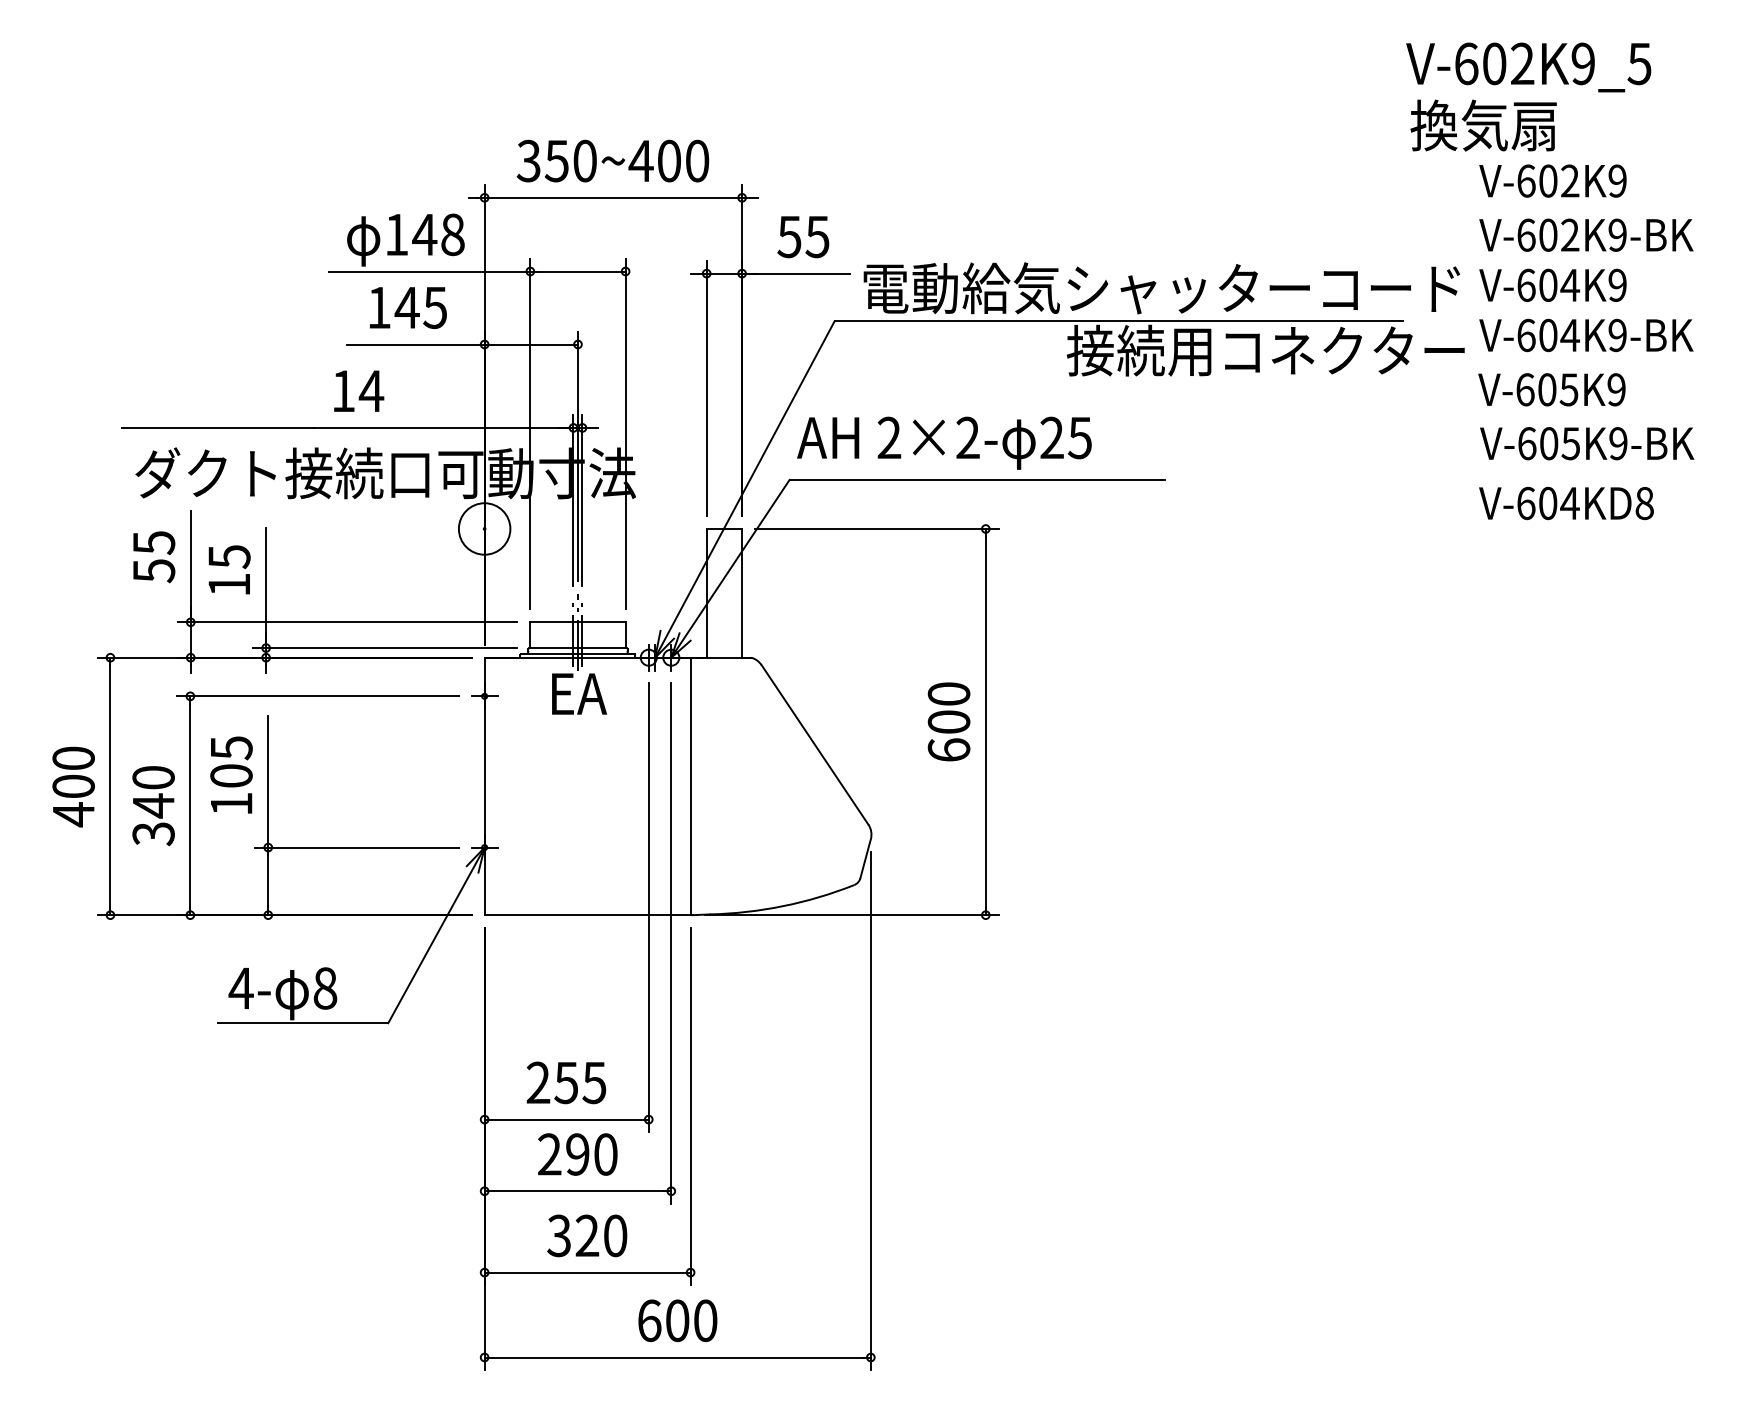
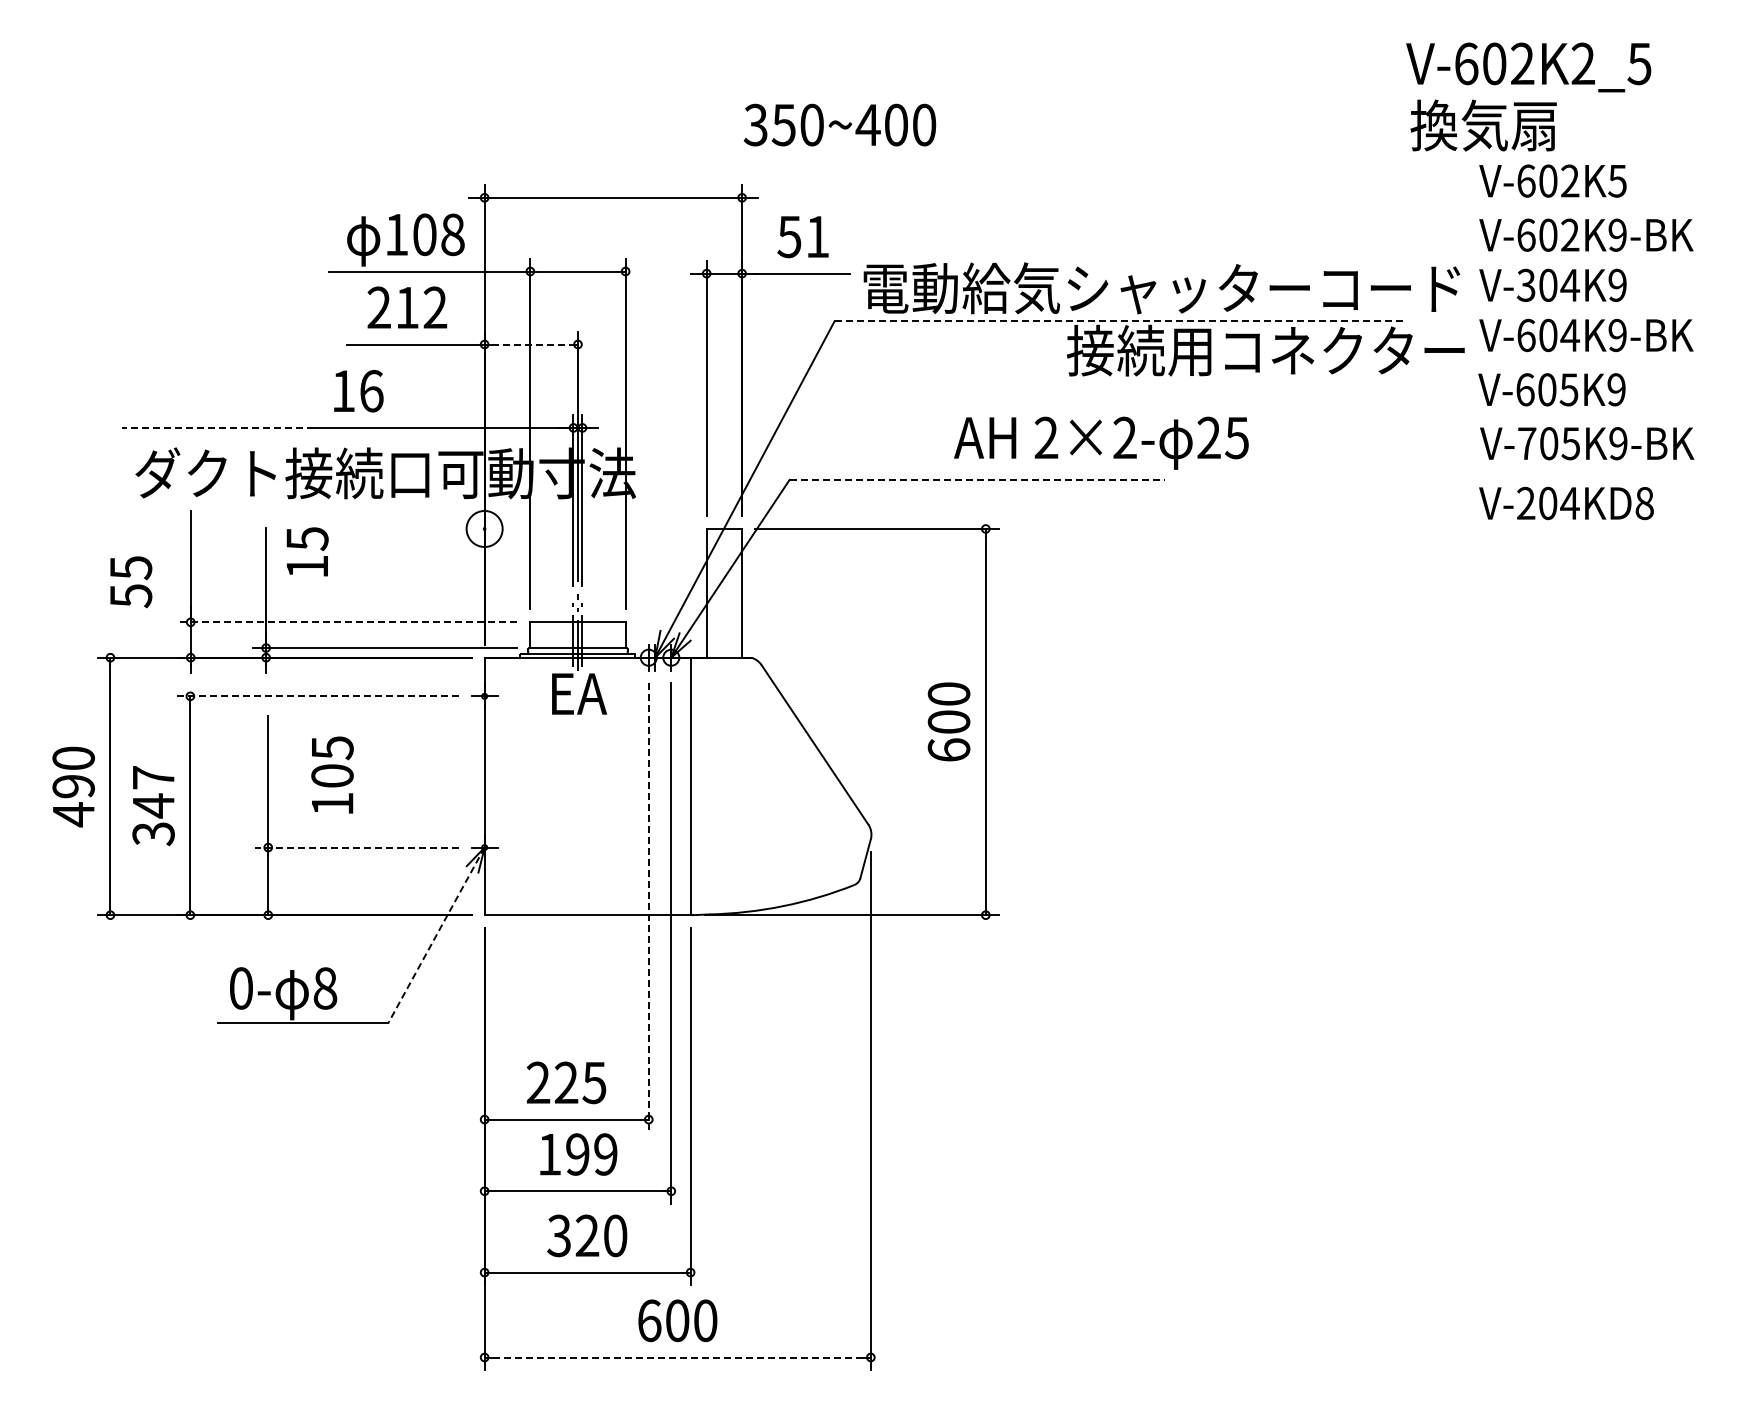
text at (1582, 64): V-602K9_5 -> V-602K2_5
text at (612, 160) position: (612, 160) -> (839, 124)
text at (1617, 180): V-602K9 -> V-602K5
text at (424, 234): 148 -> 108
text at (817, 237): 55 -> 51
text at (1525, 284): V-604K9 -> V-304K9
text at (407, 307): 145 -> 212
line at (1118, 321): solid -> dashed
line at (531, 344): solid -> dashed
text at (371, 391): 14 -> 16
line at (217, 427): solid -> dashed
text at (944, 442) position: (944, 442) -> (1101, 442)
text at (1527, 443): V-605K9-BK -> V-705K9-BK
line at (977, 480): solid -> dashed
text at (1526, 503): V-604KD8 -> V-204KD8
circle at (484, 528) diameter: 51 px -> 36 px
text at (154, 557) position: (154, 557) -> (131, 582)
text at (229, 569) position: (229, 569) -> (307, 551)
line at (347, 622): solid -> dashed
line at (318, 696): solid -> dashed
text at (231, 774) position: (231, 774) -> (332, 774)
text at (153, 777): 340 -> 347
text at (73, 786): 400 -> 490
line at (357, 847): solid -> dashed
line at (648, 907): solid -> dashed
line at (436, 935): solid -> dashed
text at (240, 988): 4- -> 0-
text at (566, 1082): 255 -> 225
text at (577, 1154): 290 -> 199
line at (677, 1357): solid -> dashed
